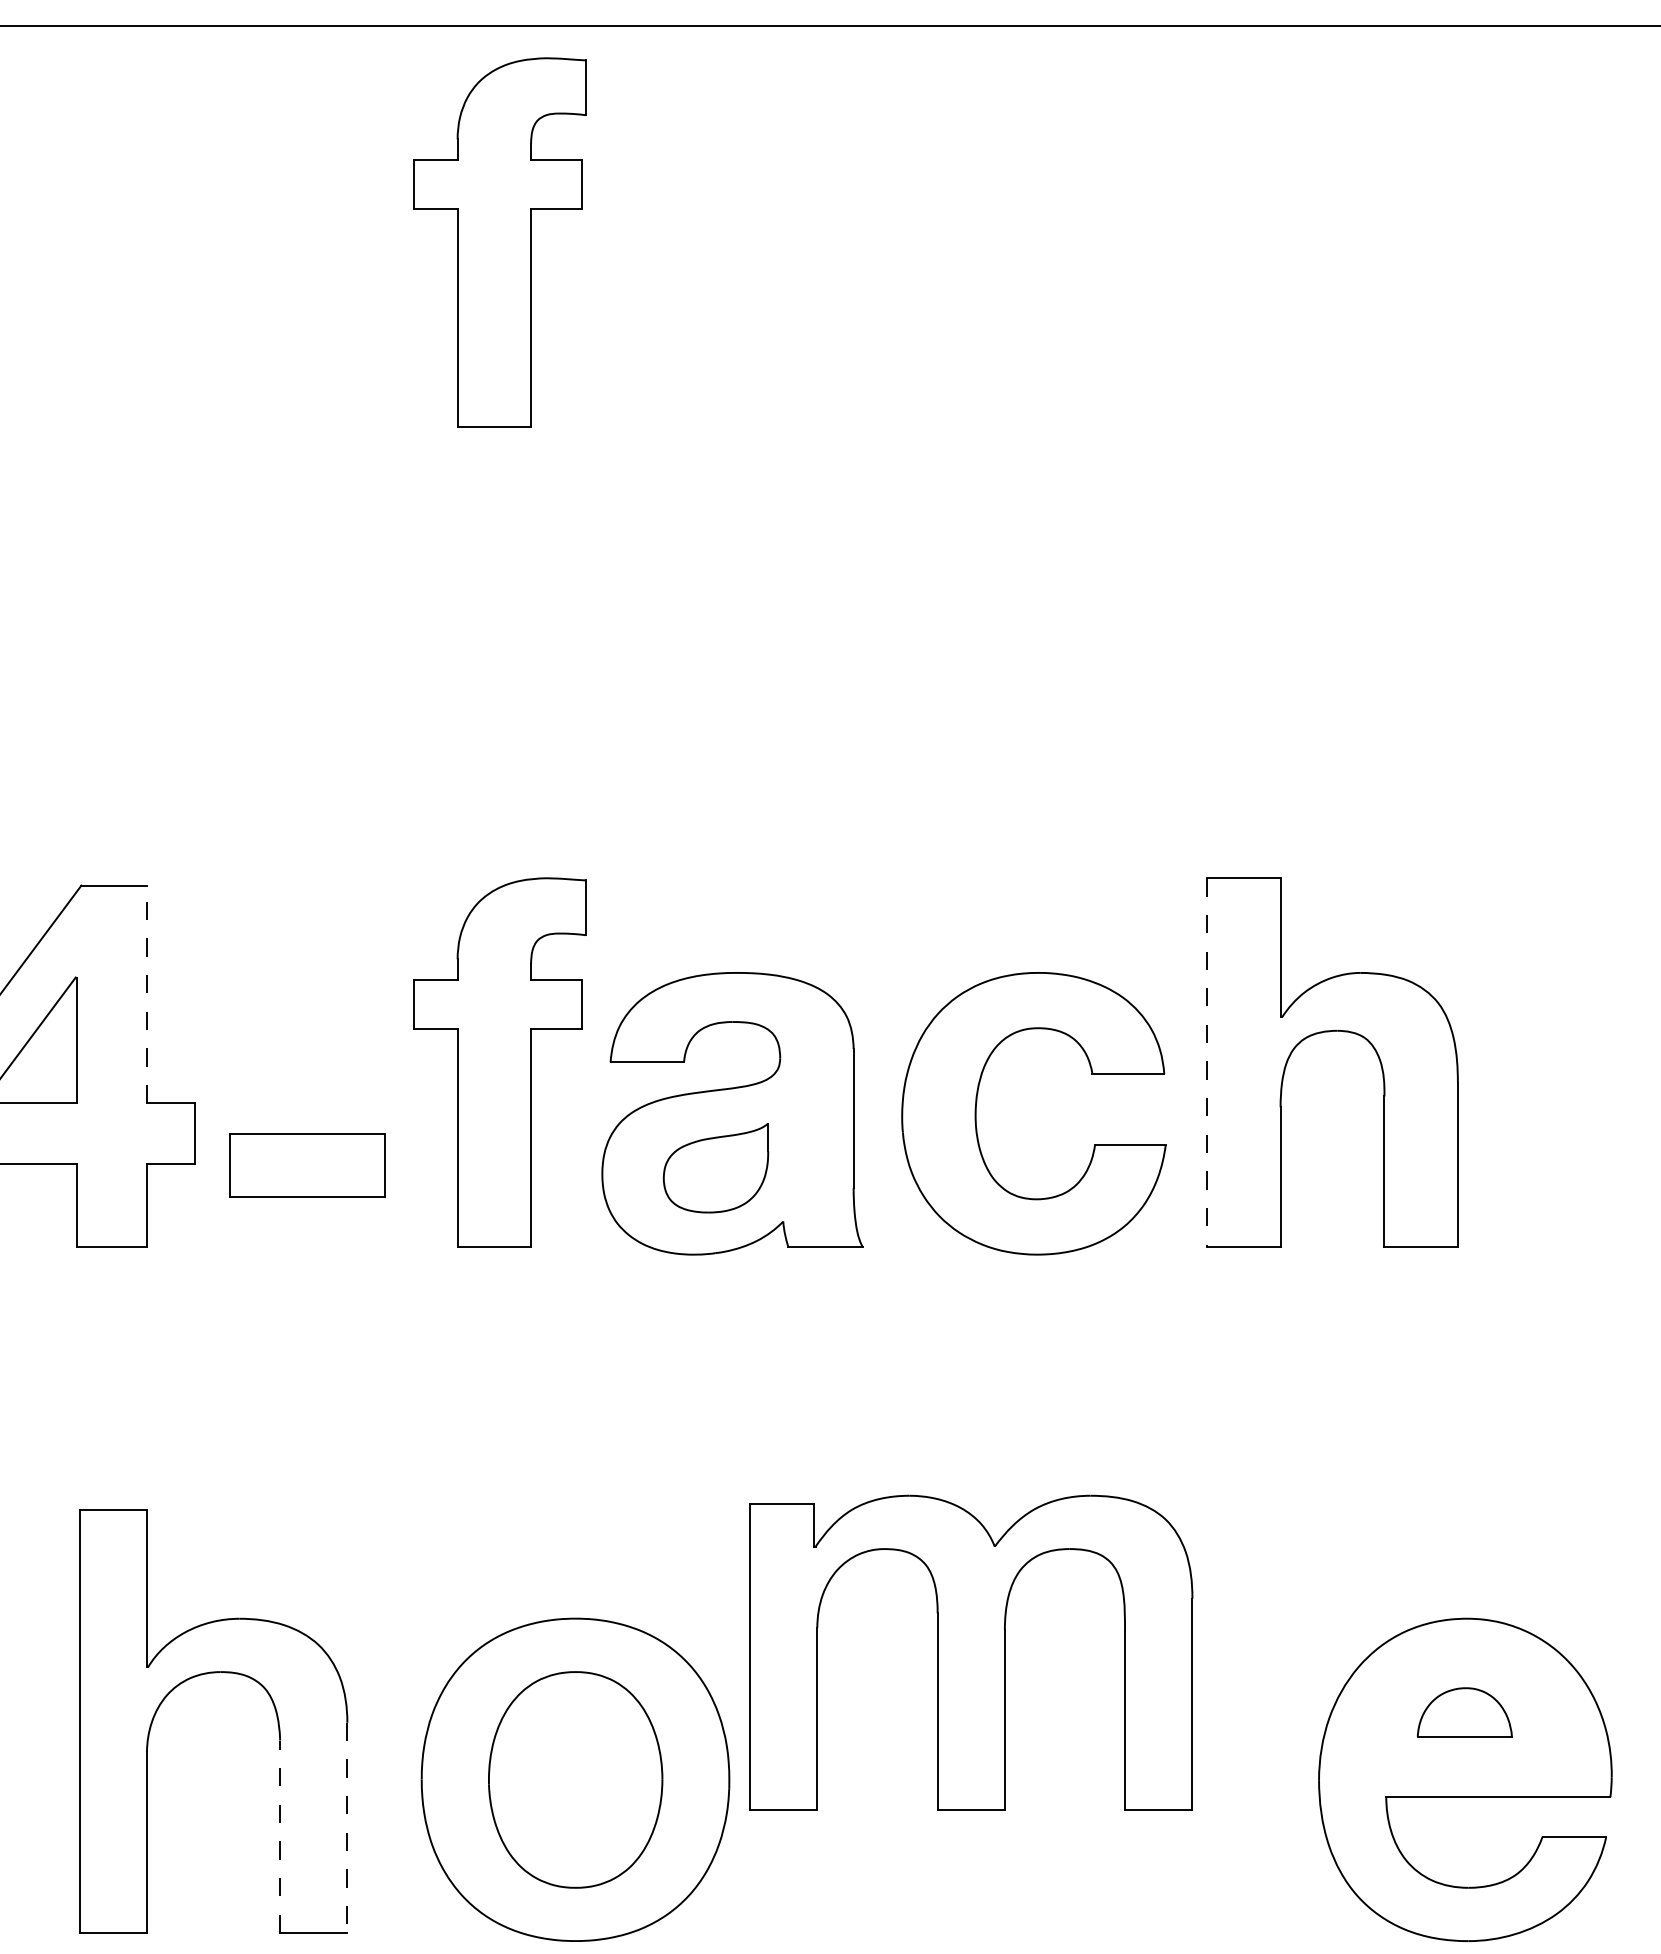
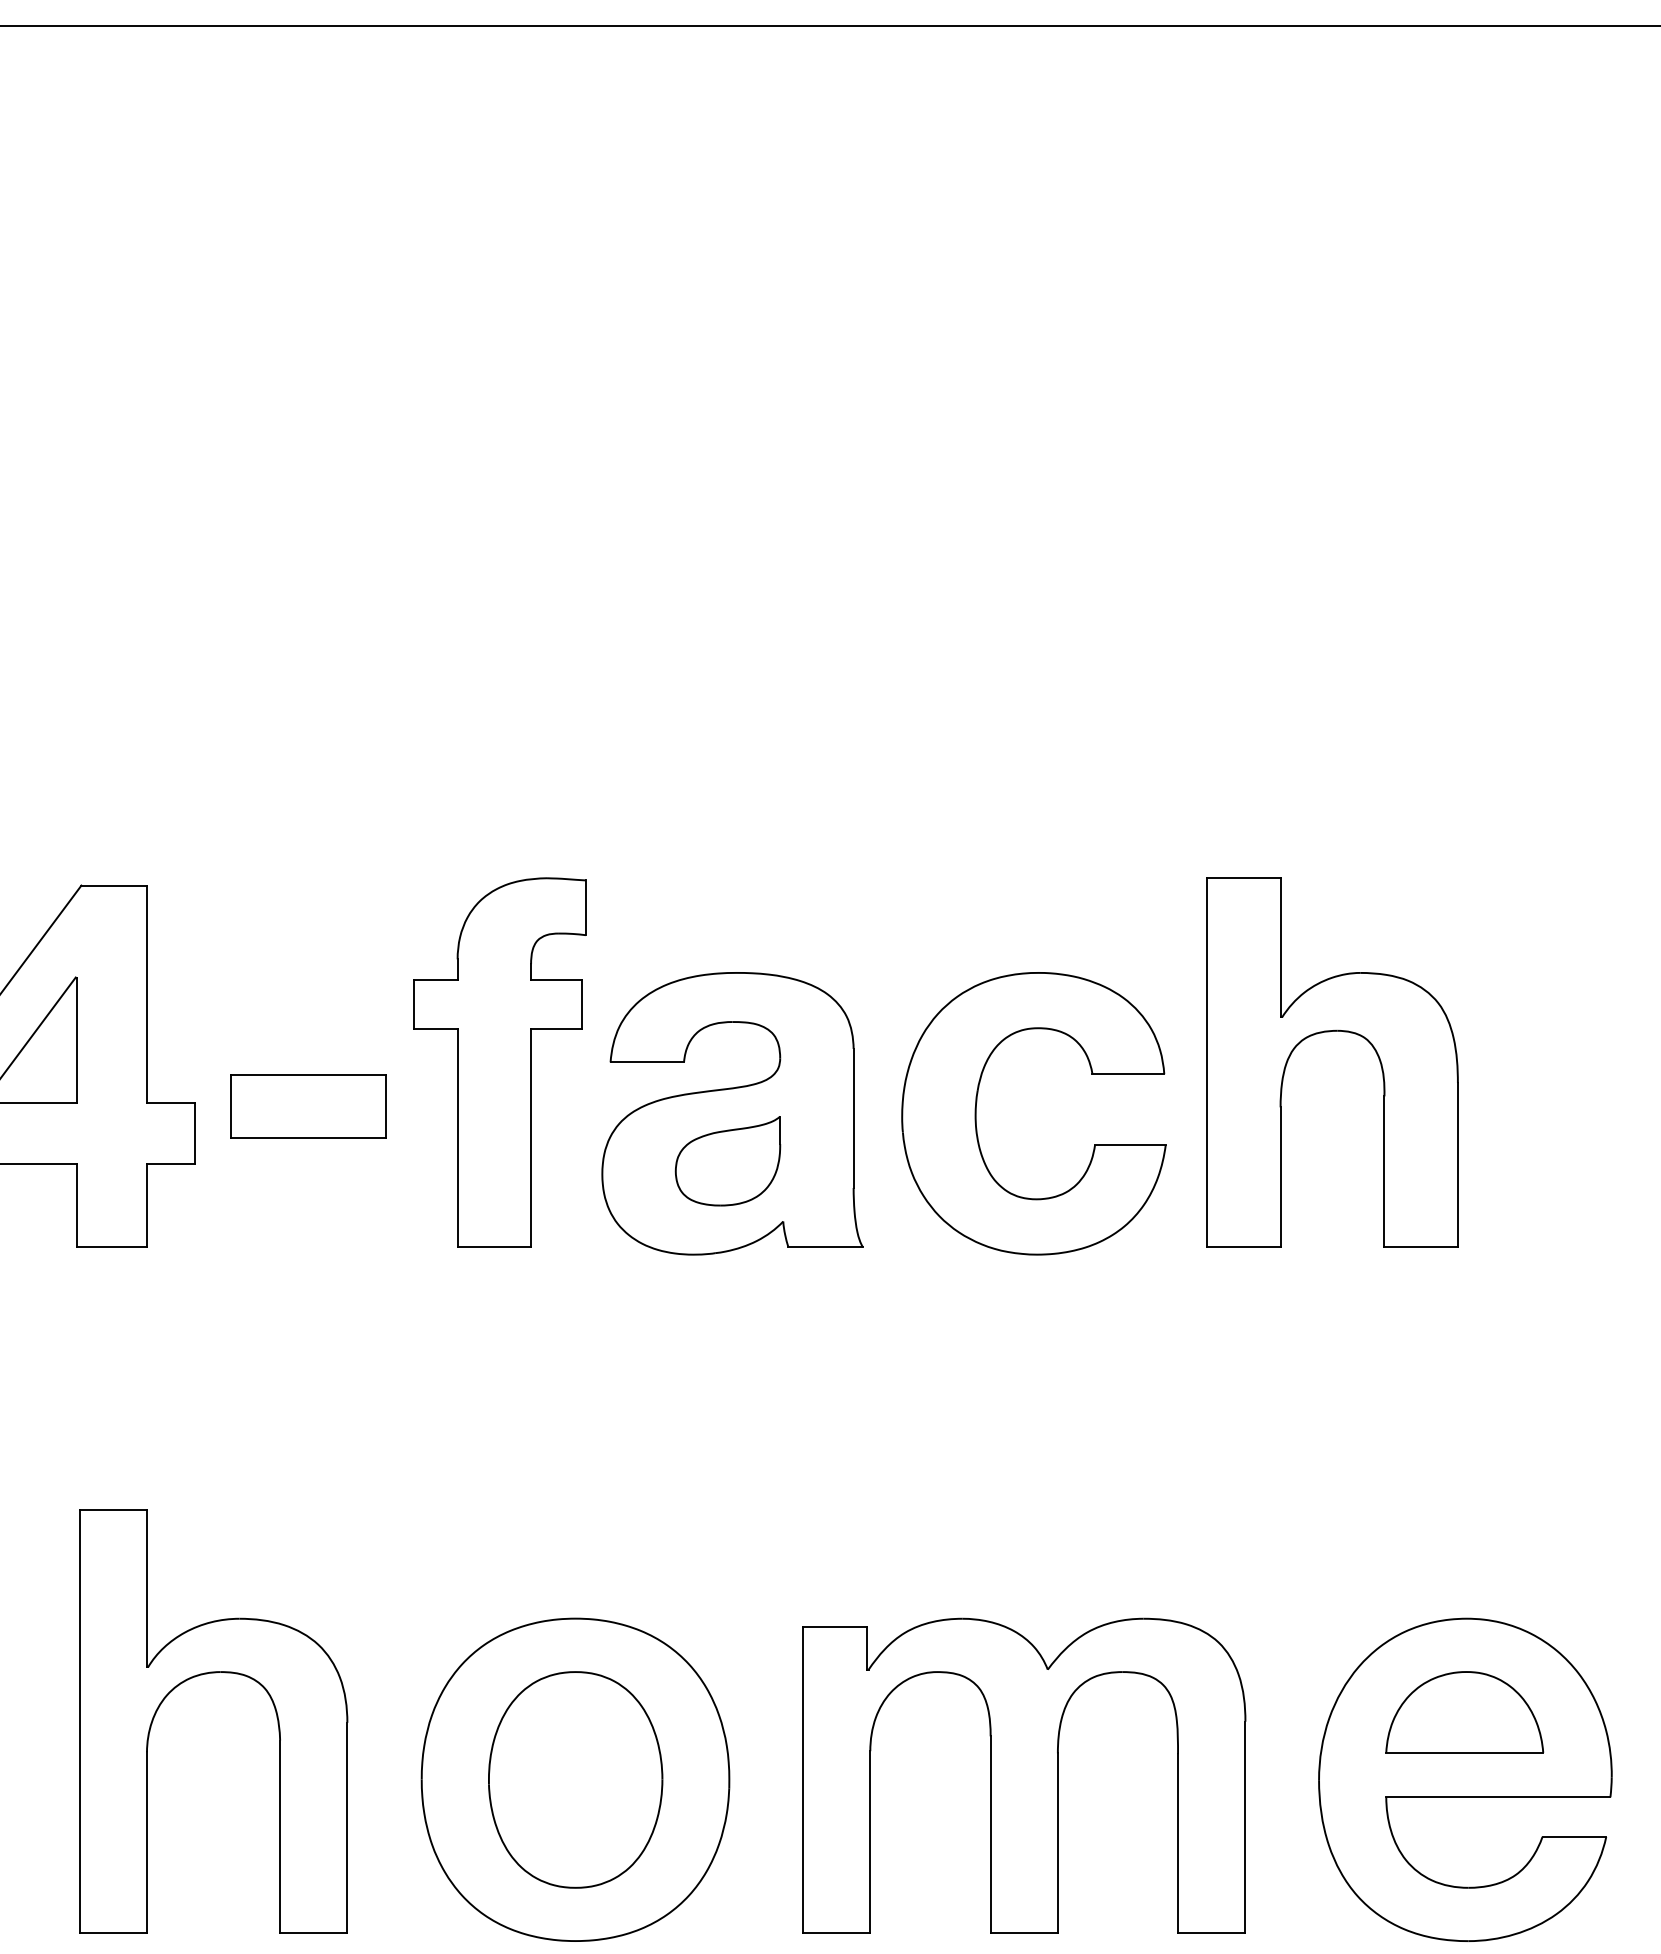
part at (499, 242): present -> none
line at (147, 994): dashed -> solid
line at (1207, 1062): dashed -> solid
part at (307, 1165) position: (307, 1165) -> (308, 1106)
part at (715, 1168) position: (715, 1168) -> (727, 1161)
part at (971, 1652) position: (971, 1652) -> (1024, 1775)
part at (1464, 1712) size: 96x51 px -> 160x83 px
line at (347, 1828): dashed -> solid
line at (280, 1836): dashed -> solid
